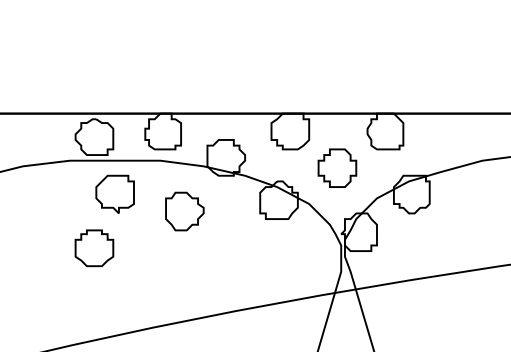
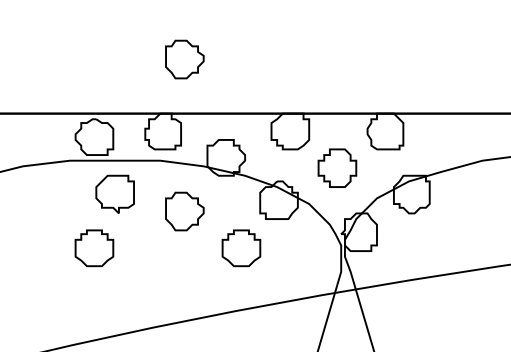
part at (184, 59): none -> present
part at (241, 248): none -> present
